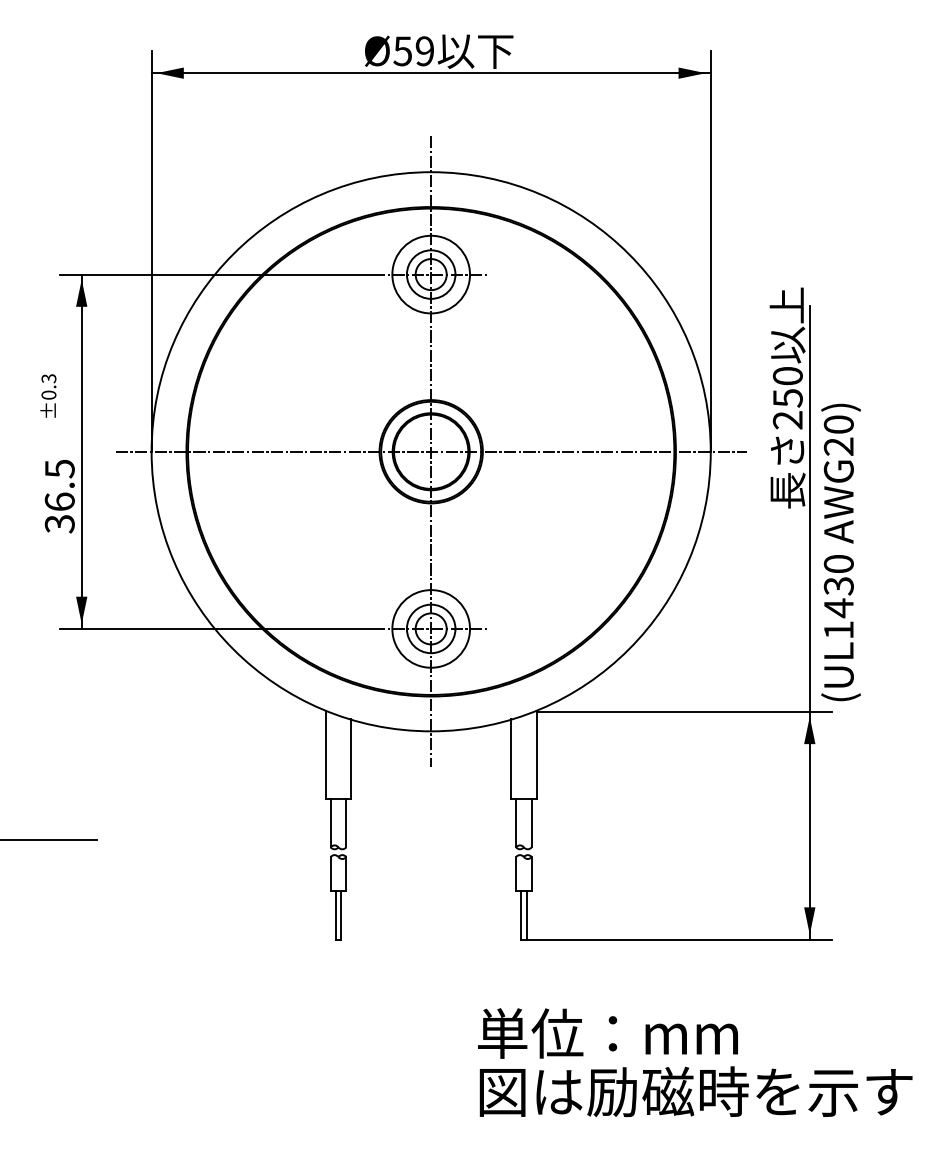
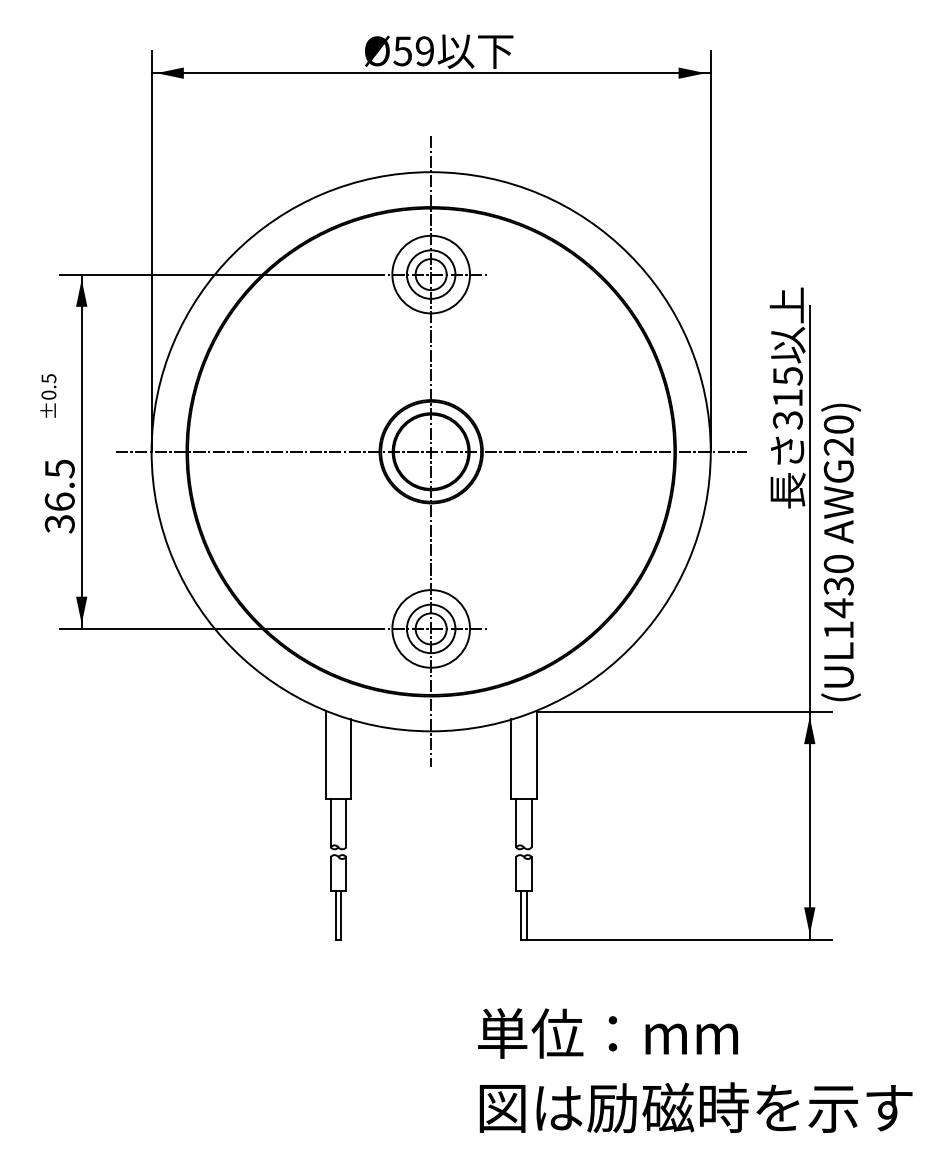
text at (48, 378): ±0.3 -> ±0.5
text at (787, 398): 250 -> 315
line at (49, 840): present -> none
text at (695, 1091) position: (695, 1091) -> (695, 1107)
